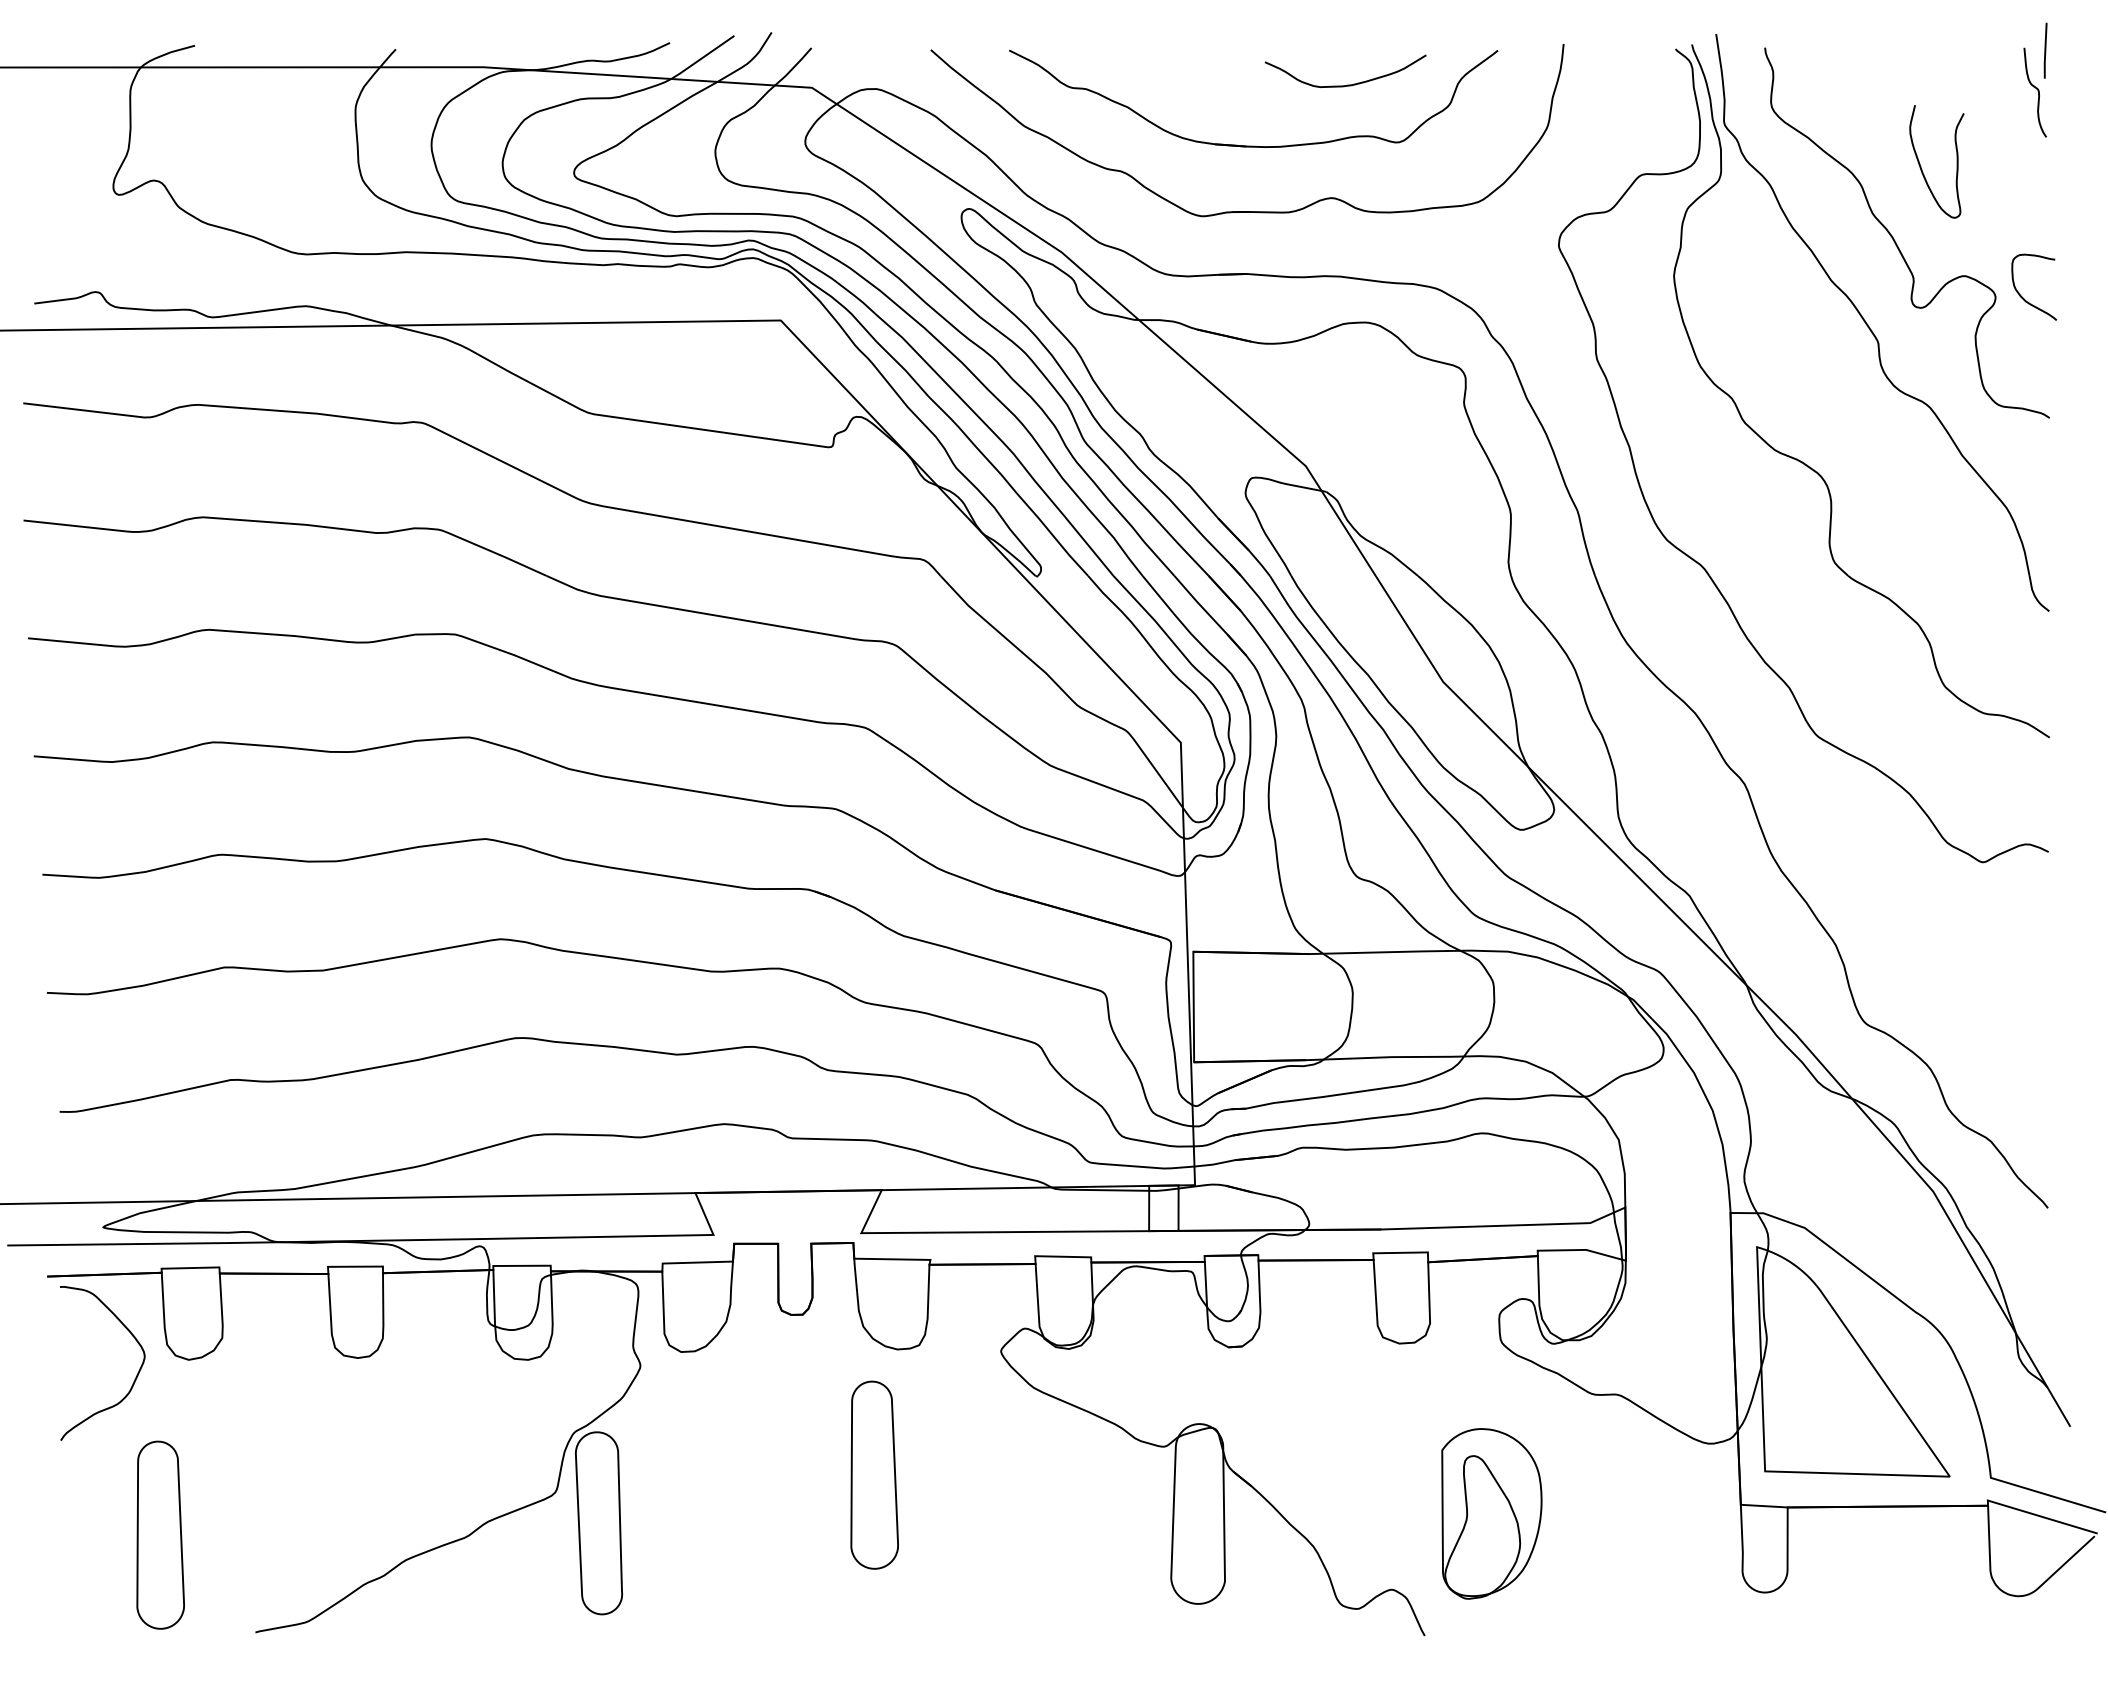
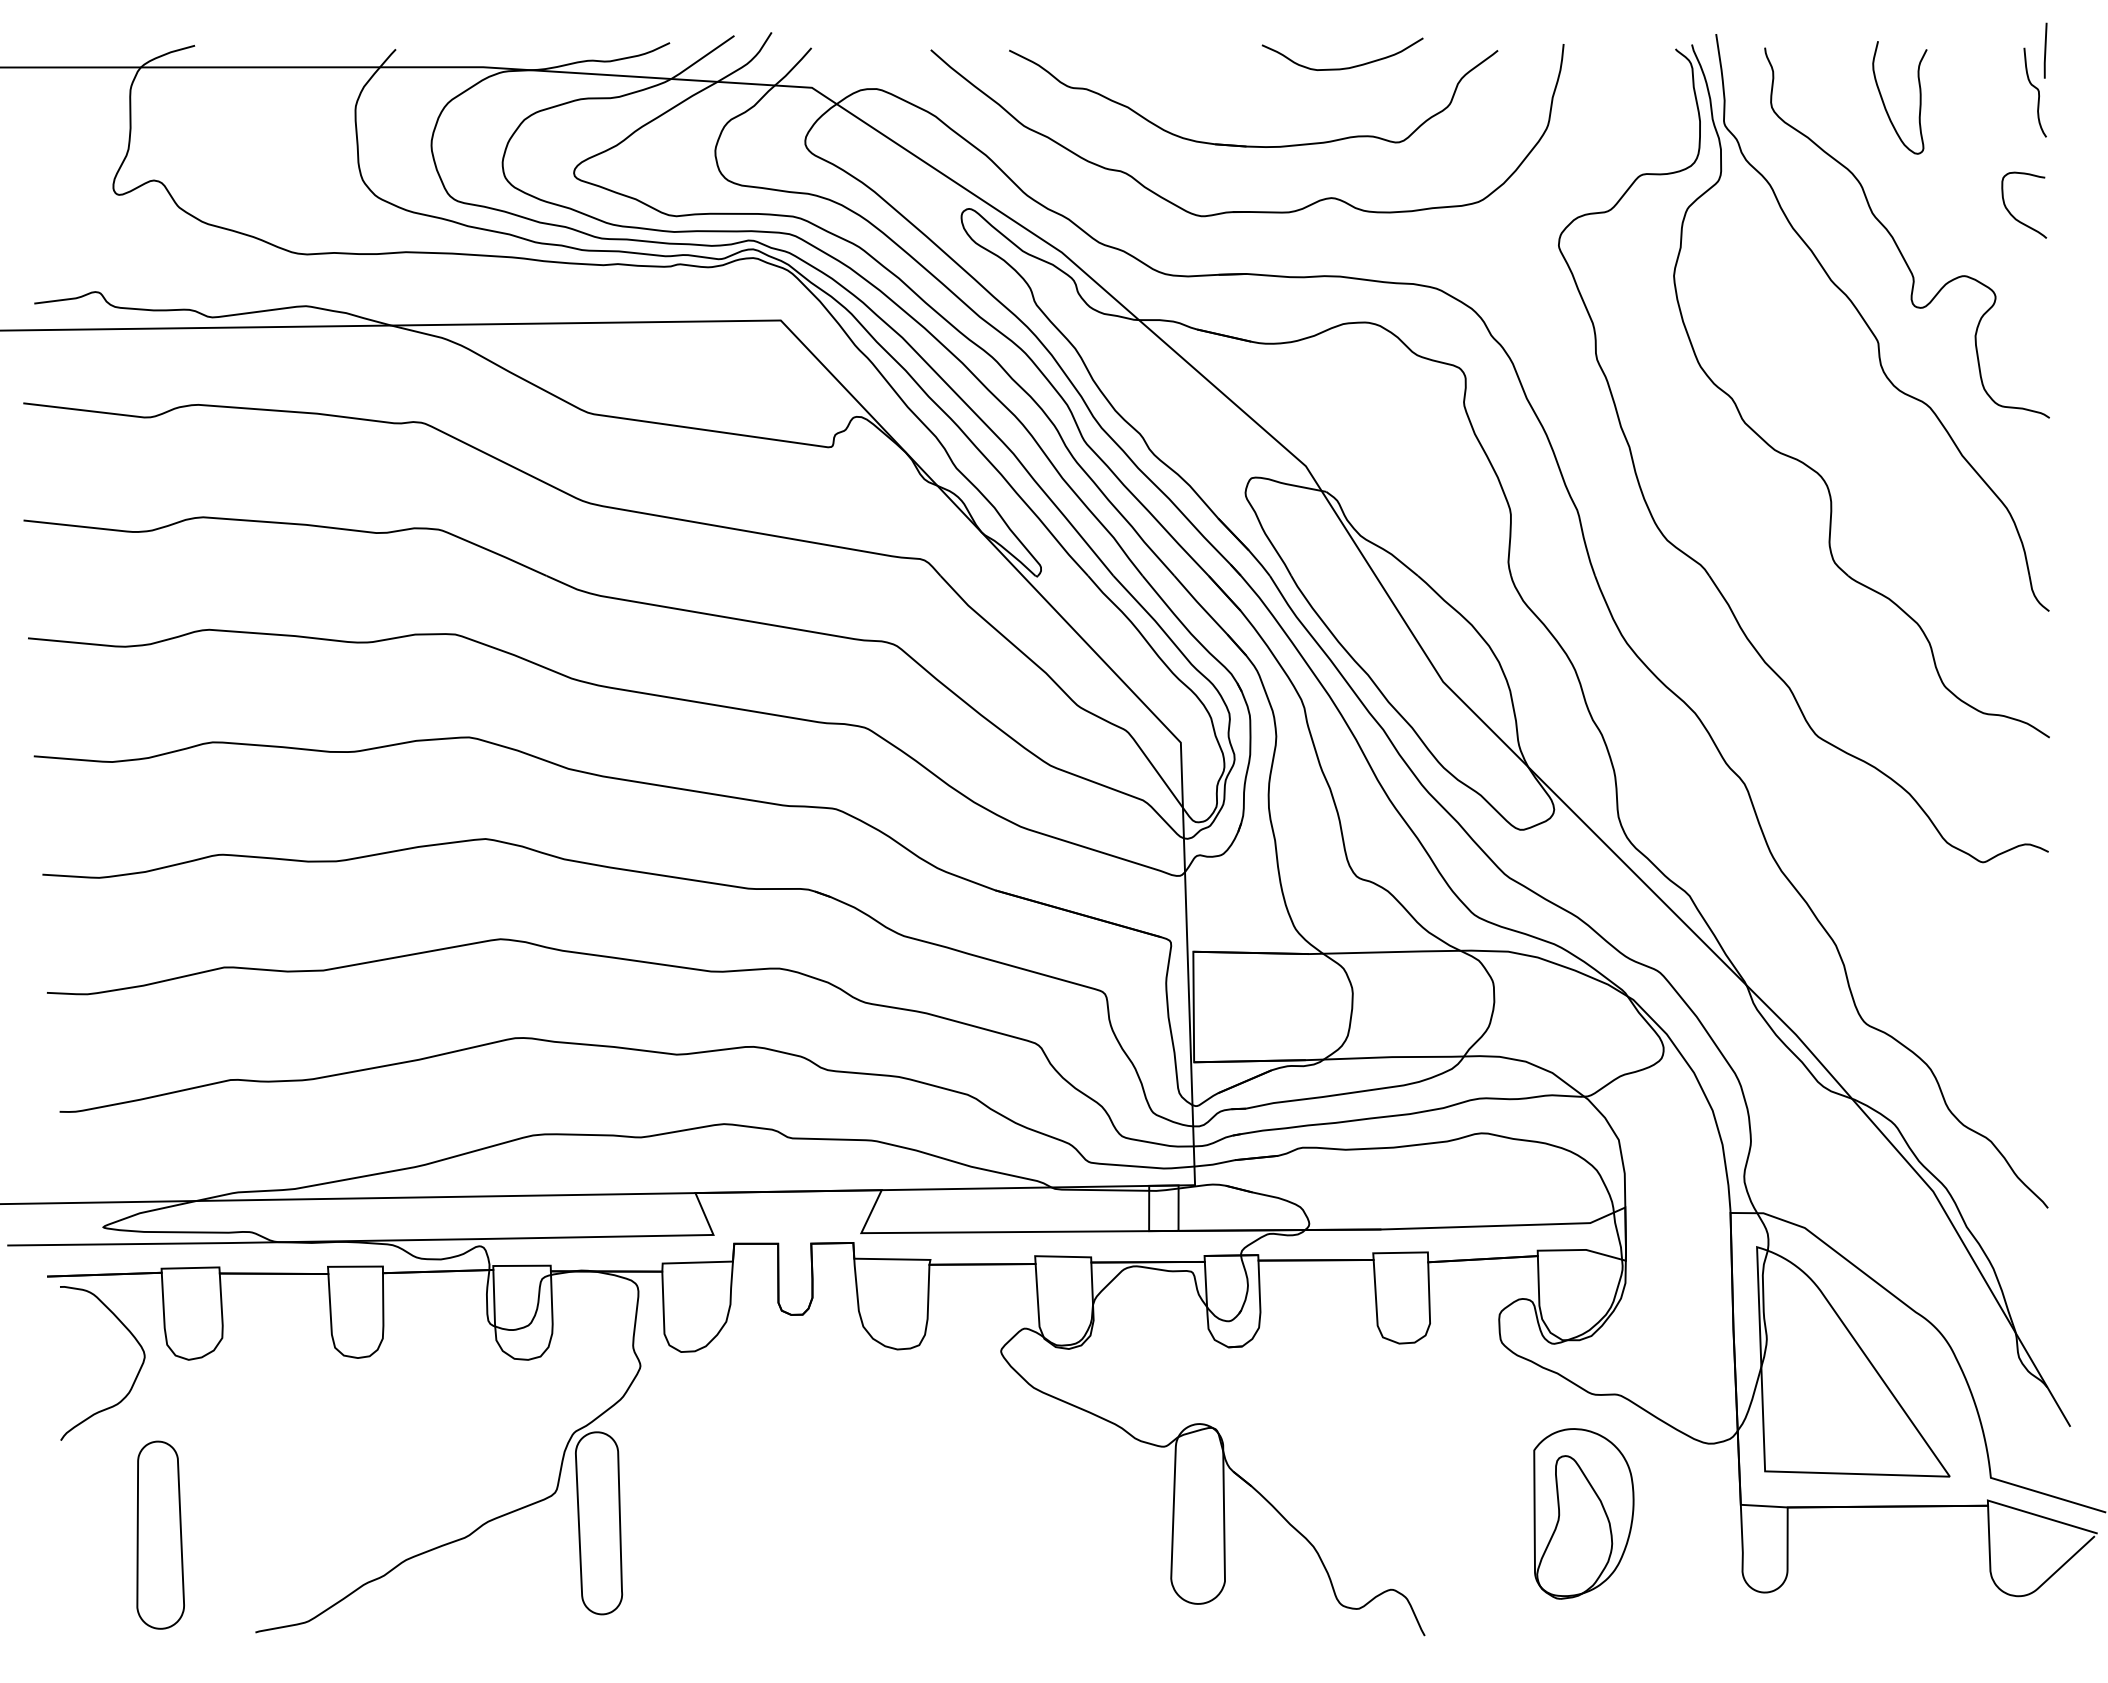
curve at (1347, 84) position: (1347, 84) -> (1344, 67)
curve at (1921, 166) position: (1921, 166) -> (1884, 102)
curve at (2023, 297) position: (2023, 297) -> (2013, 215)
part at (874, 1474): present -> none
part at (1491, 1513) position: (1491, 1513) -> (1583, 1513)
